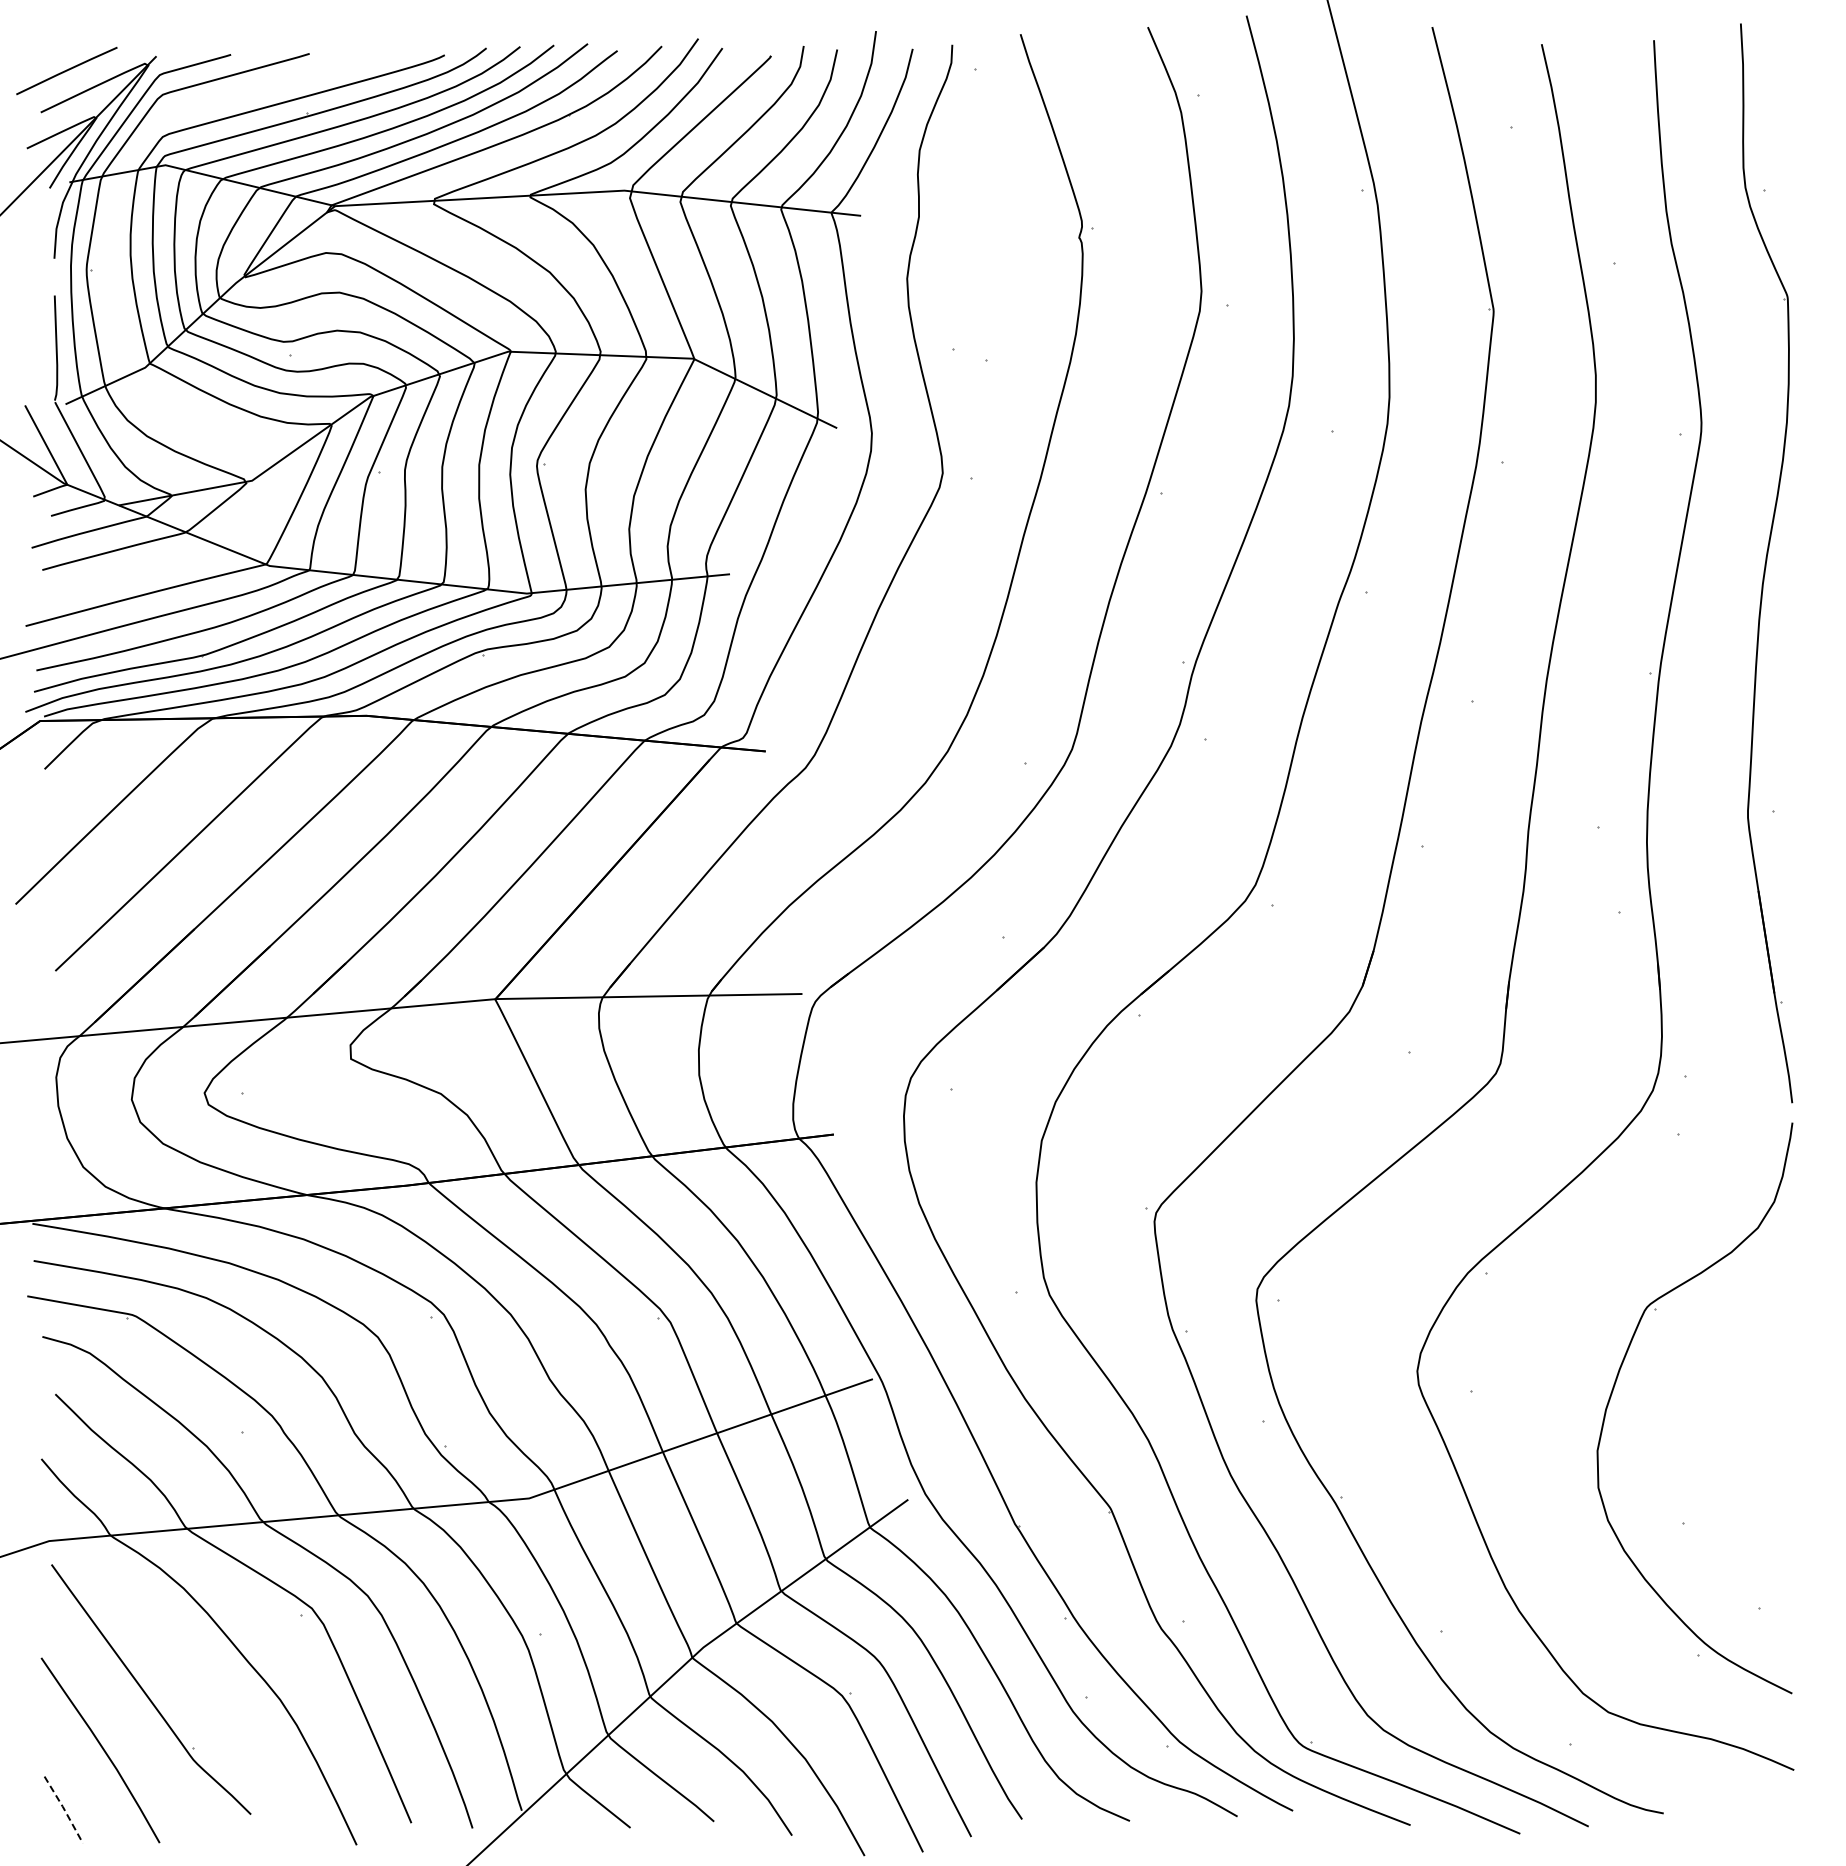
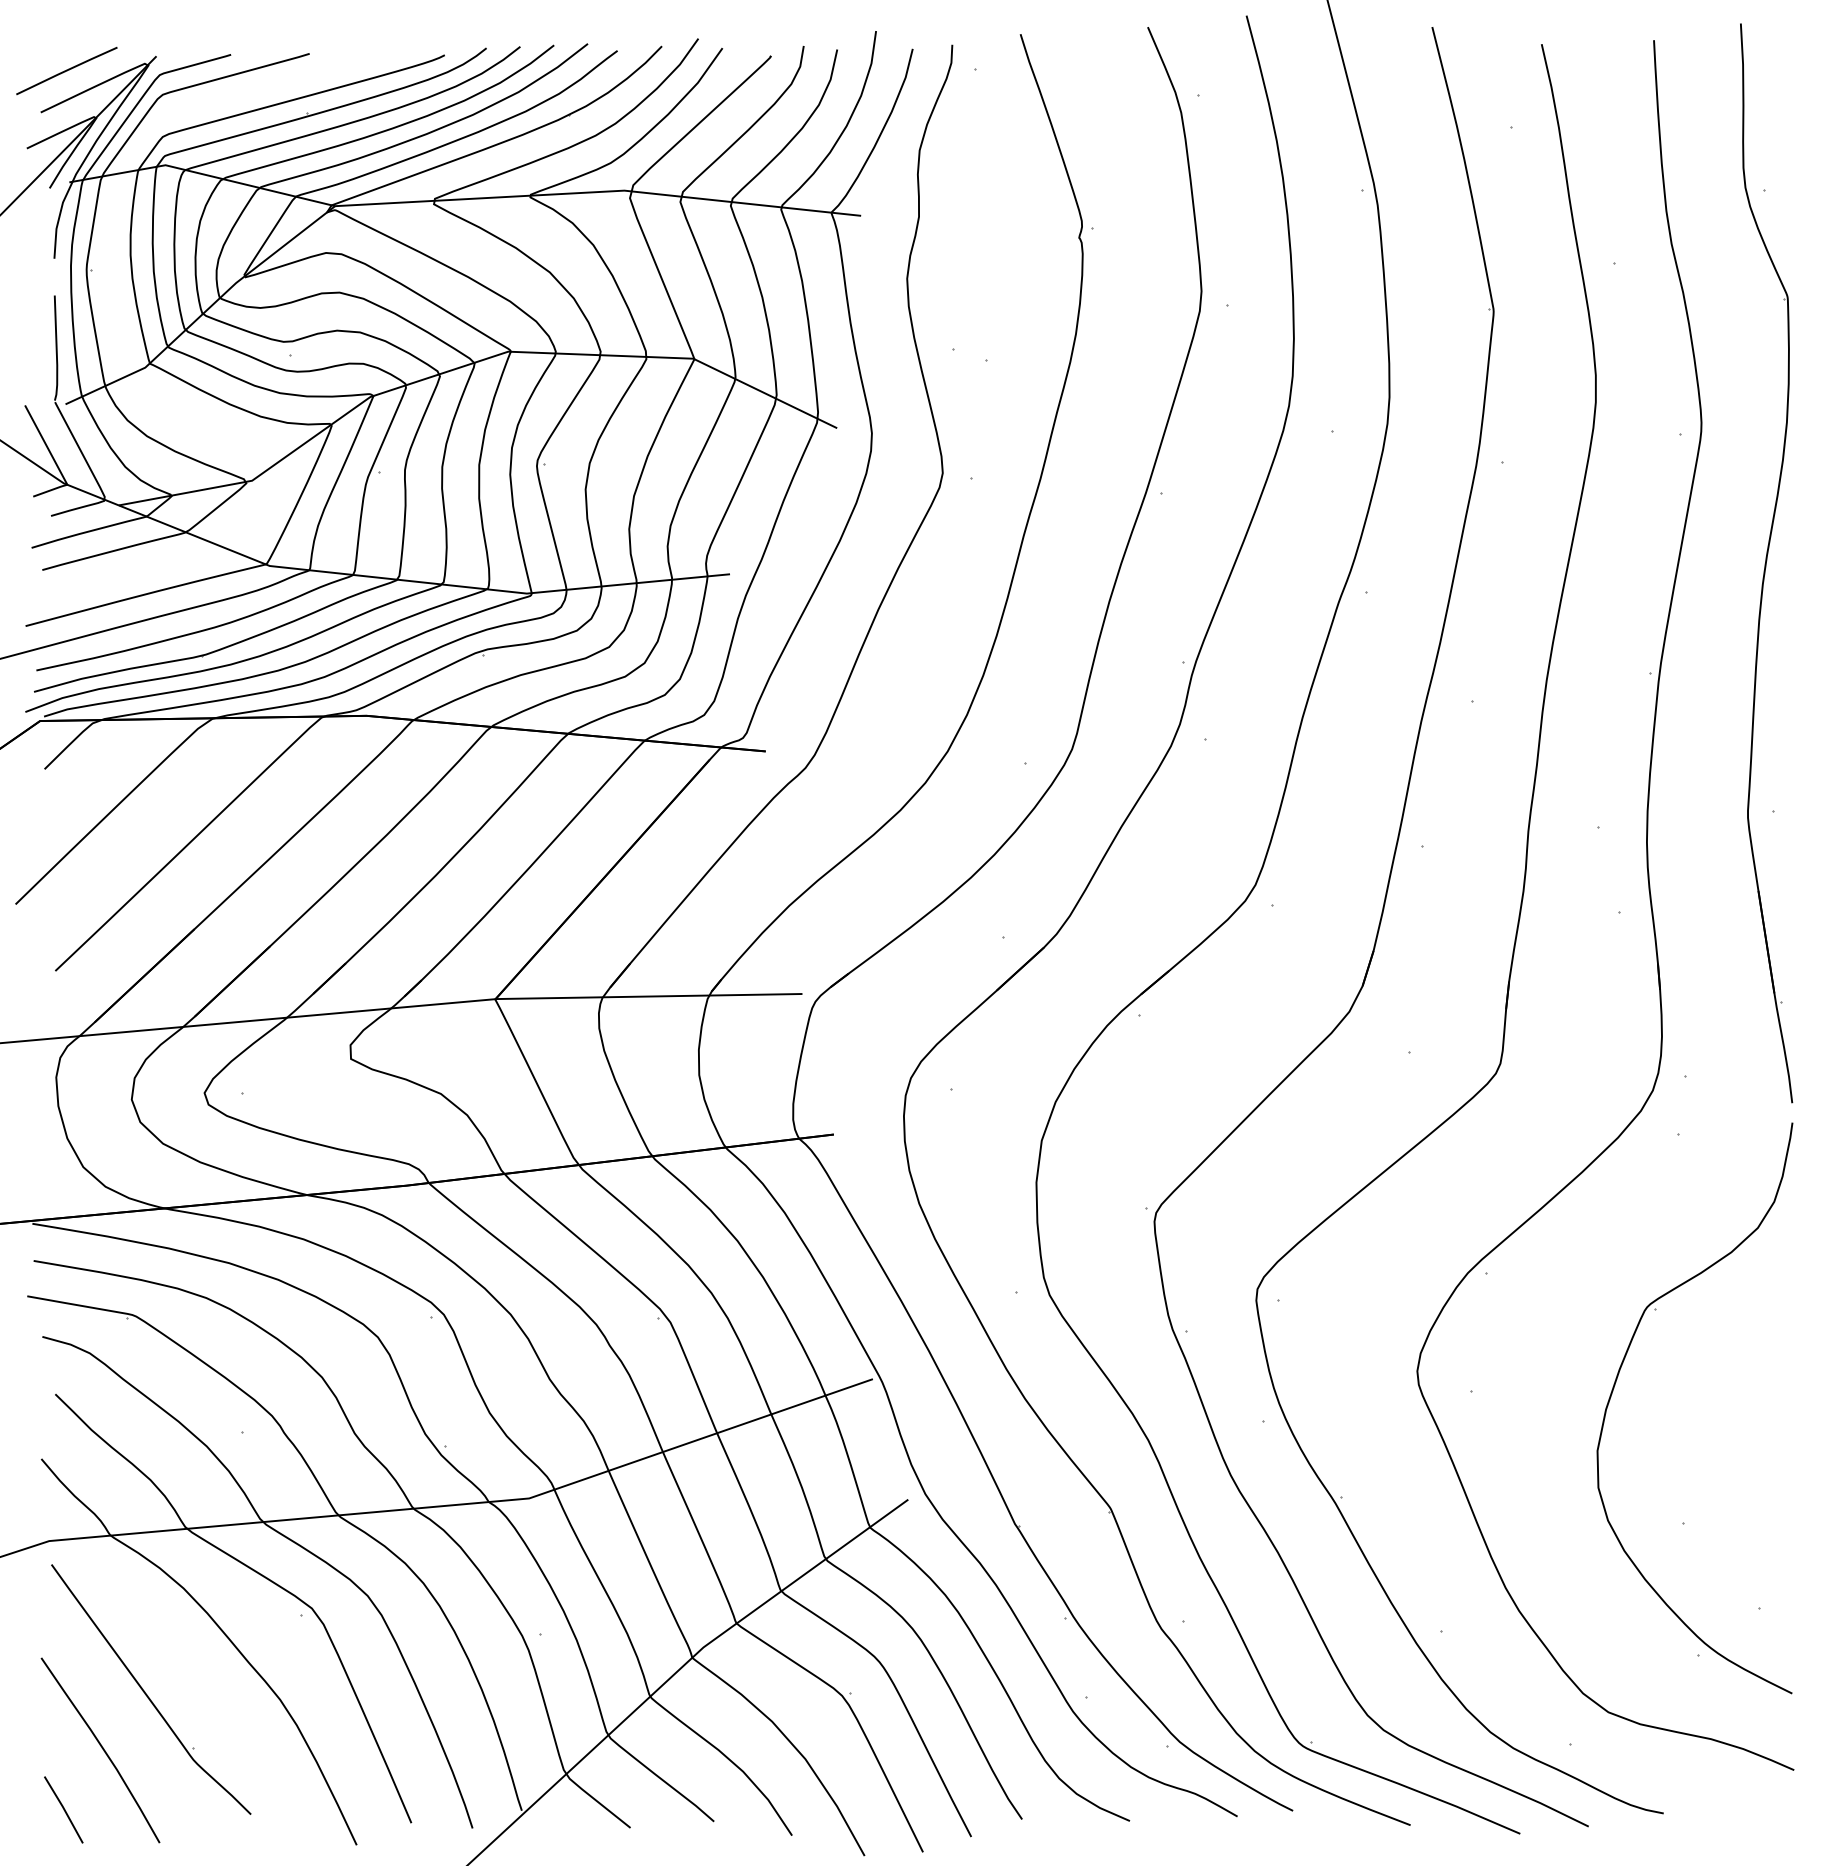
line at (64, 1809): dashed -> solid
